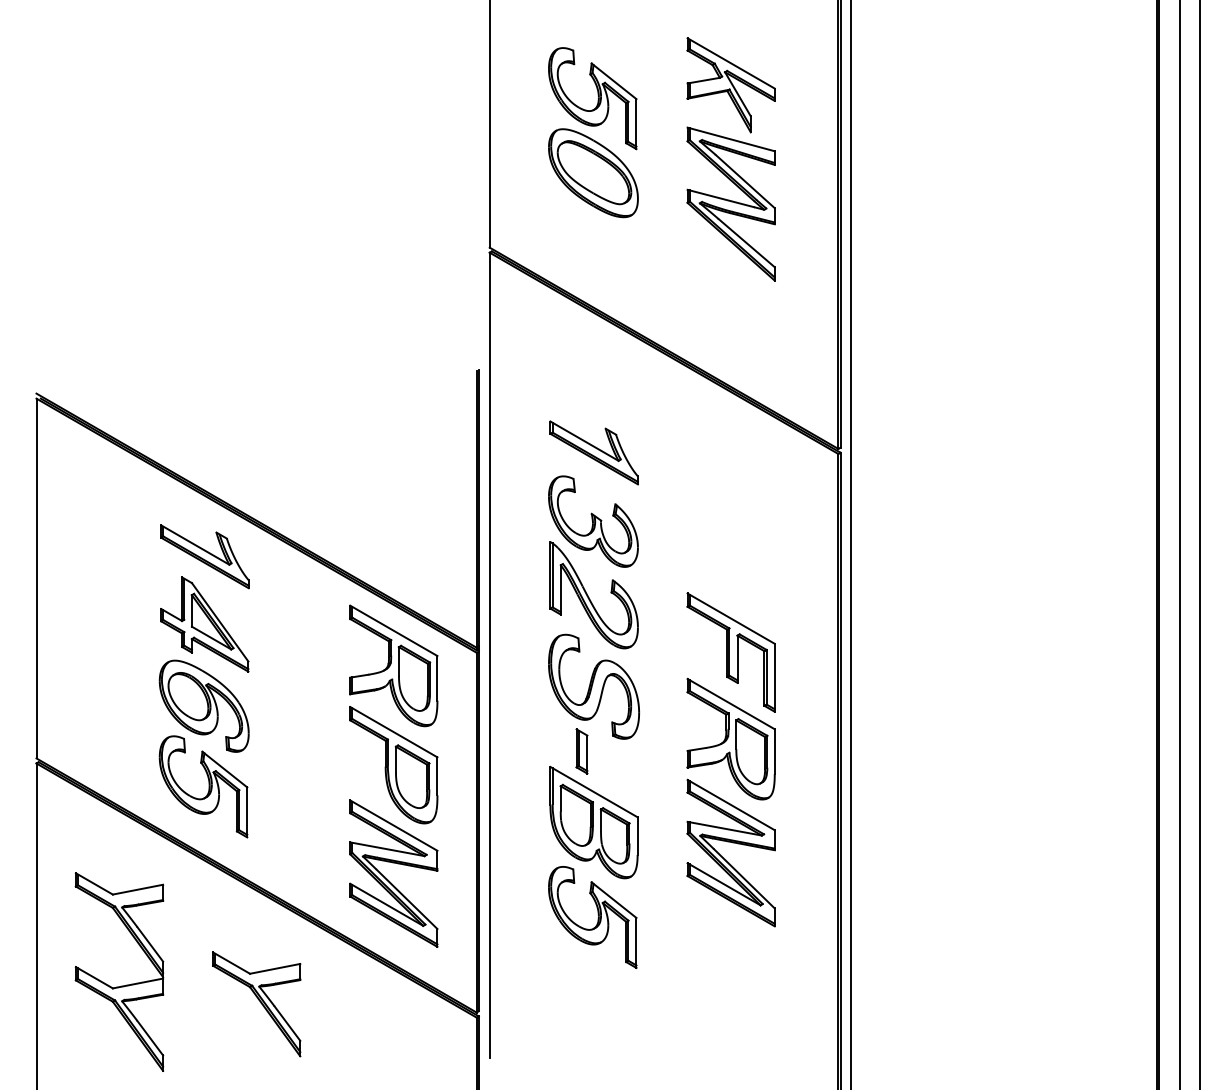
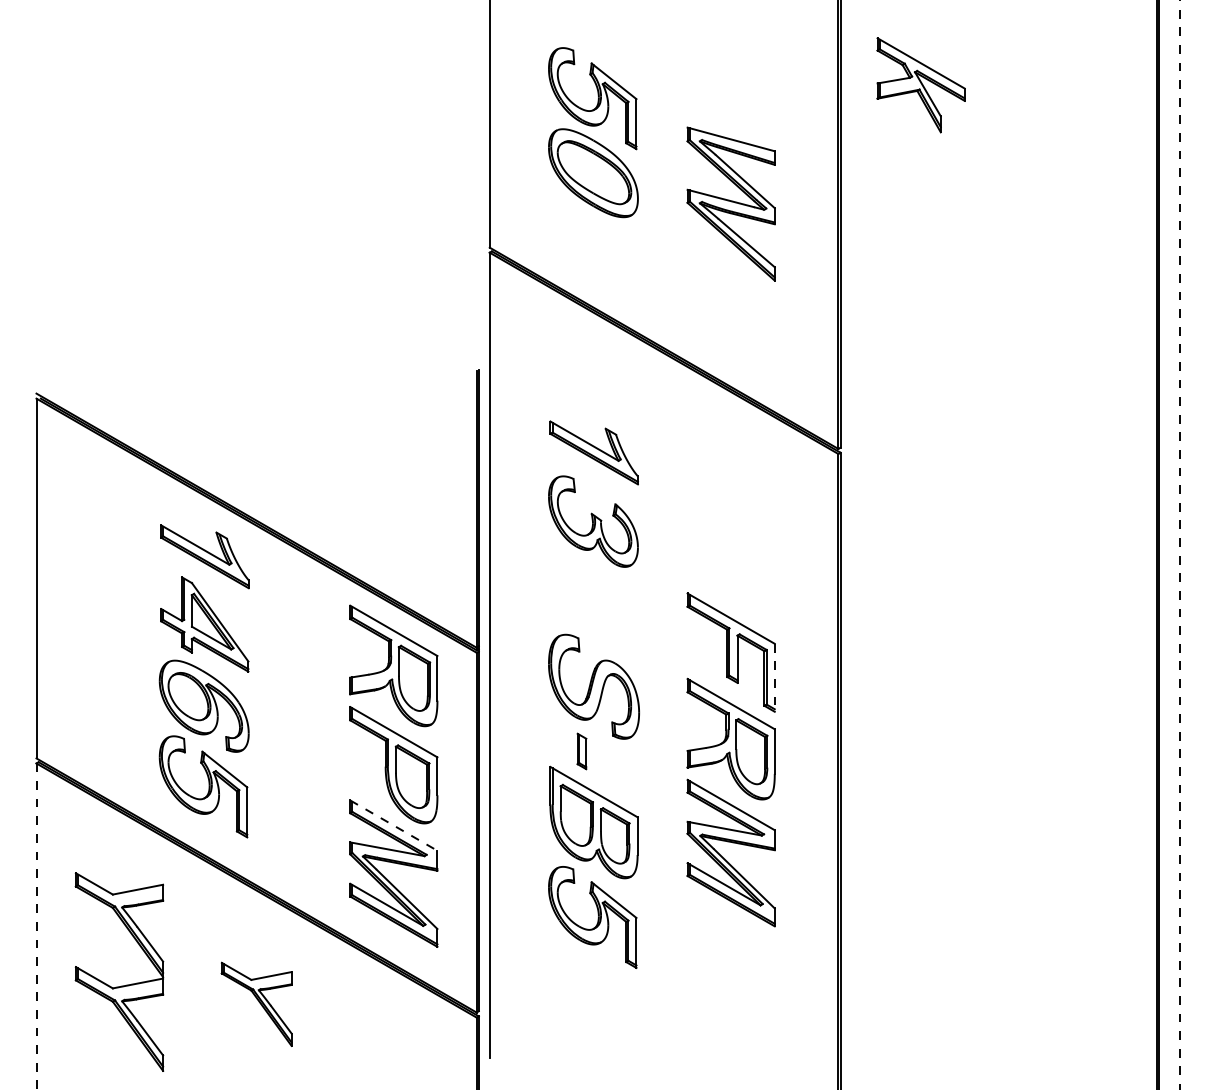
part at (730, 85) position: (730, 85) -> (920, 85)
line at (851, 544): present -> none
line at (1200, 544): present -> none
line at (1180, 545): solid -> dashed
part at (593, 595): present -> none
line at (774, 677): solid -> dashed
part at (581, 751) size: 14x47 px -> 12x39 px
line at (394, 825): solid -> dashed
line at (36, 926): solid -> dashed
part at (256, 1004) size: 90x107 px -> 73x86 px
